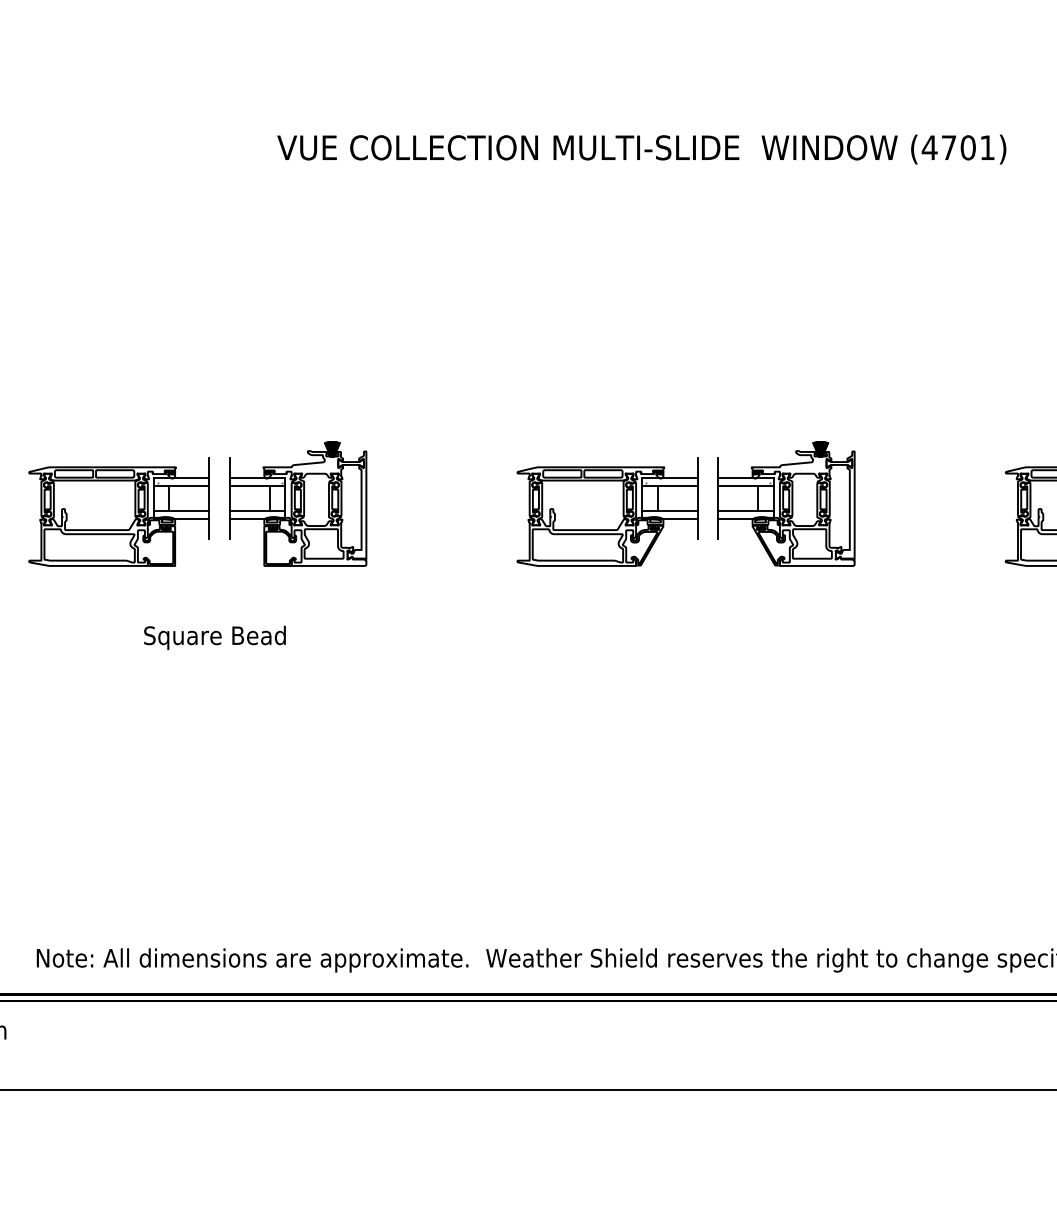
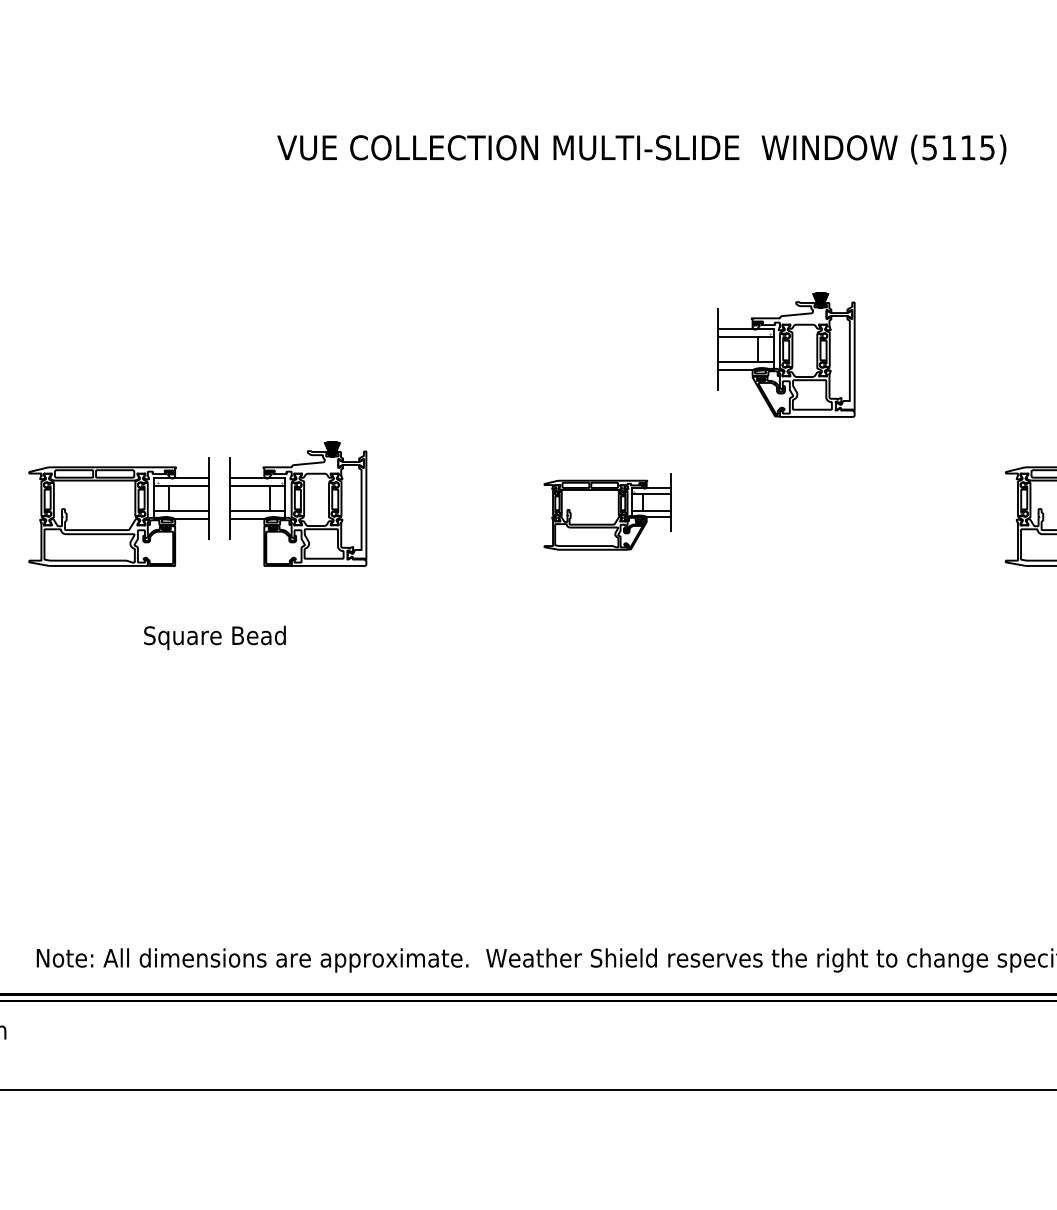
text at (957, 147): (4701) -> (5115)
part at (786, 503) position: (786, 503) -> (786, 354)
part at (607, 511) size: 183x110 px -> 129x78 px
